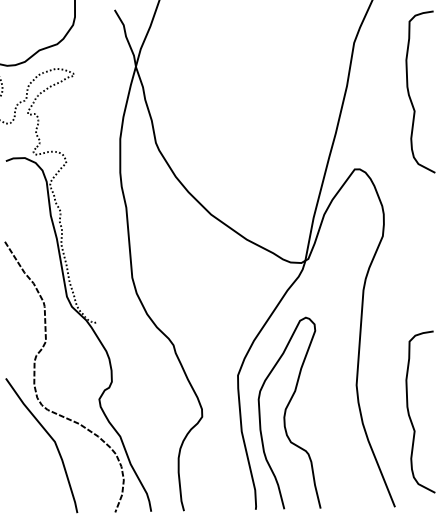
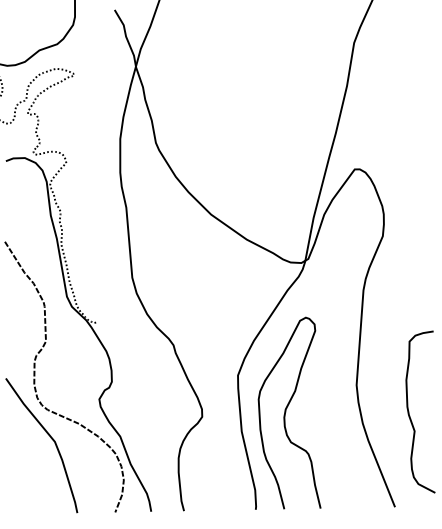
curve at (409, 91): present -> none
